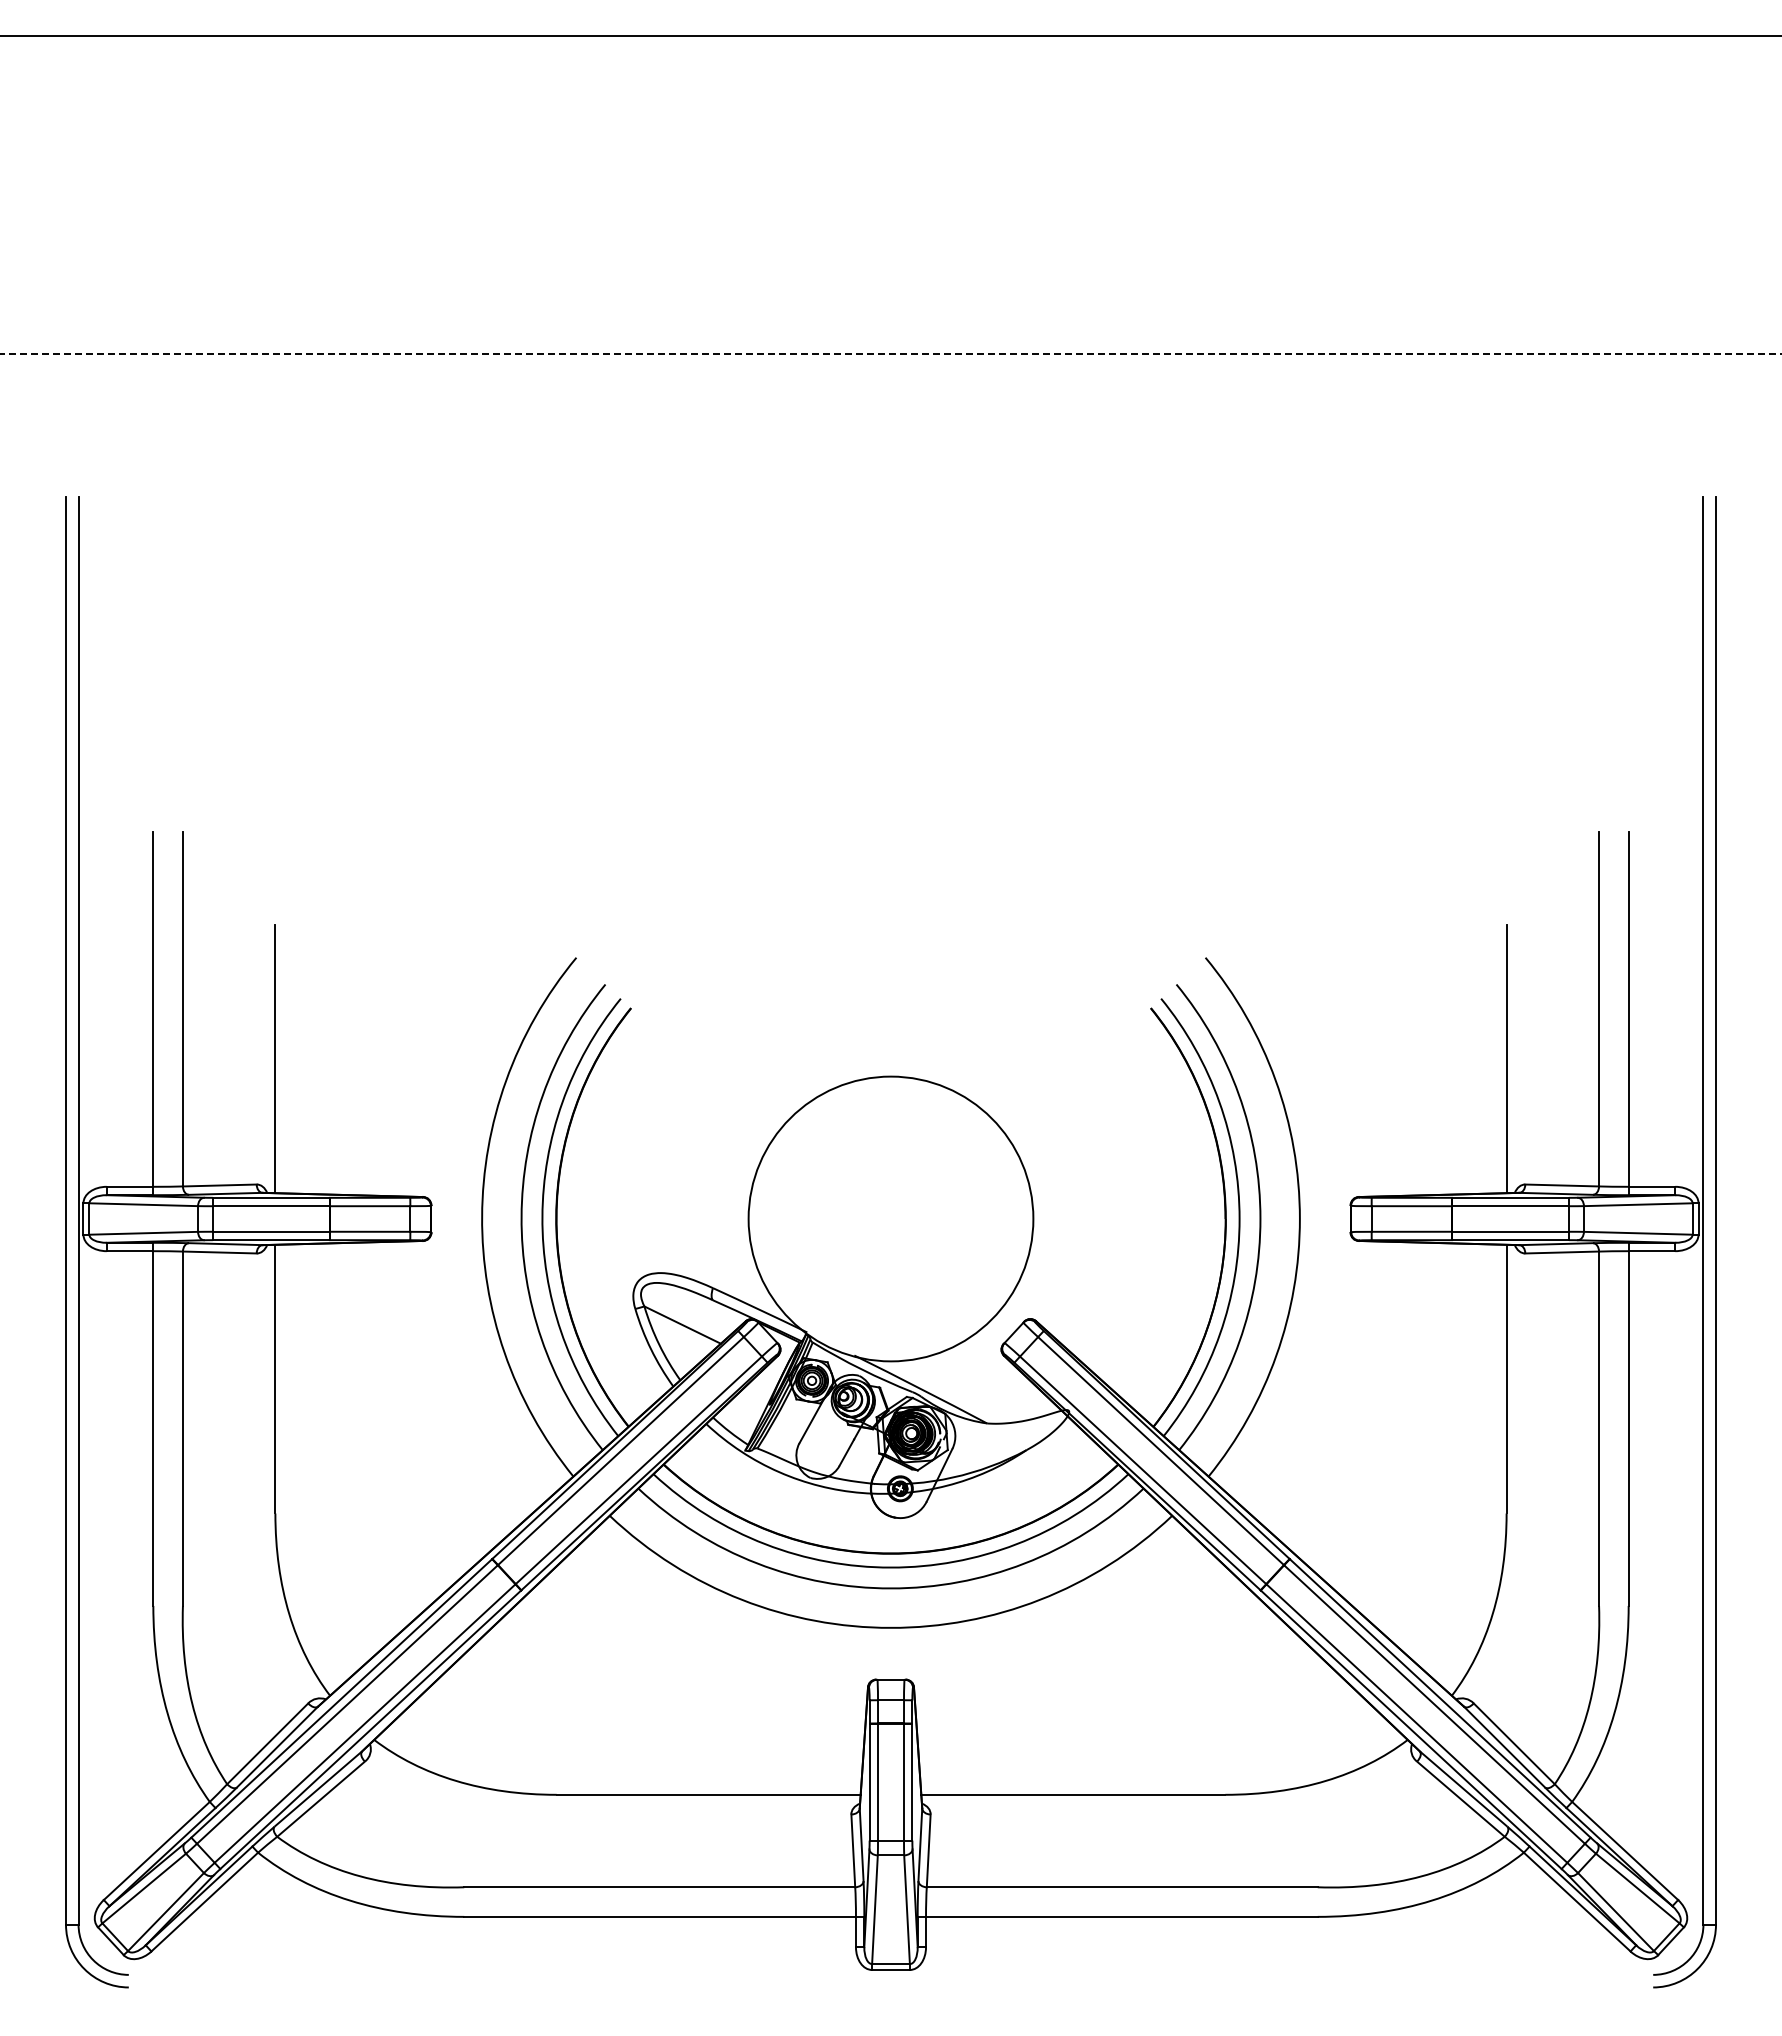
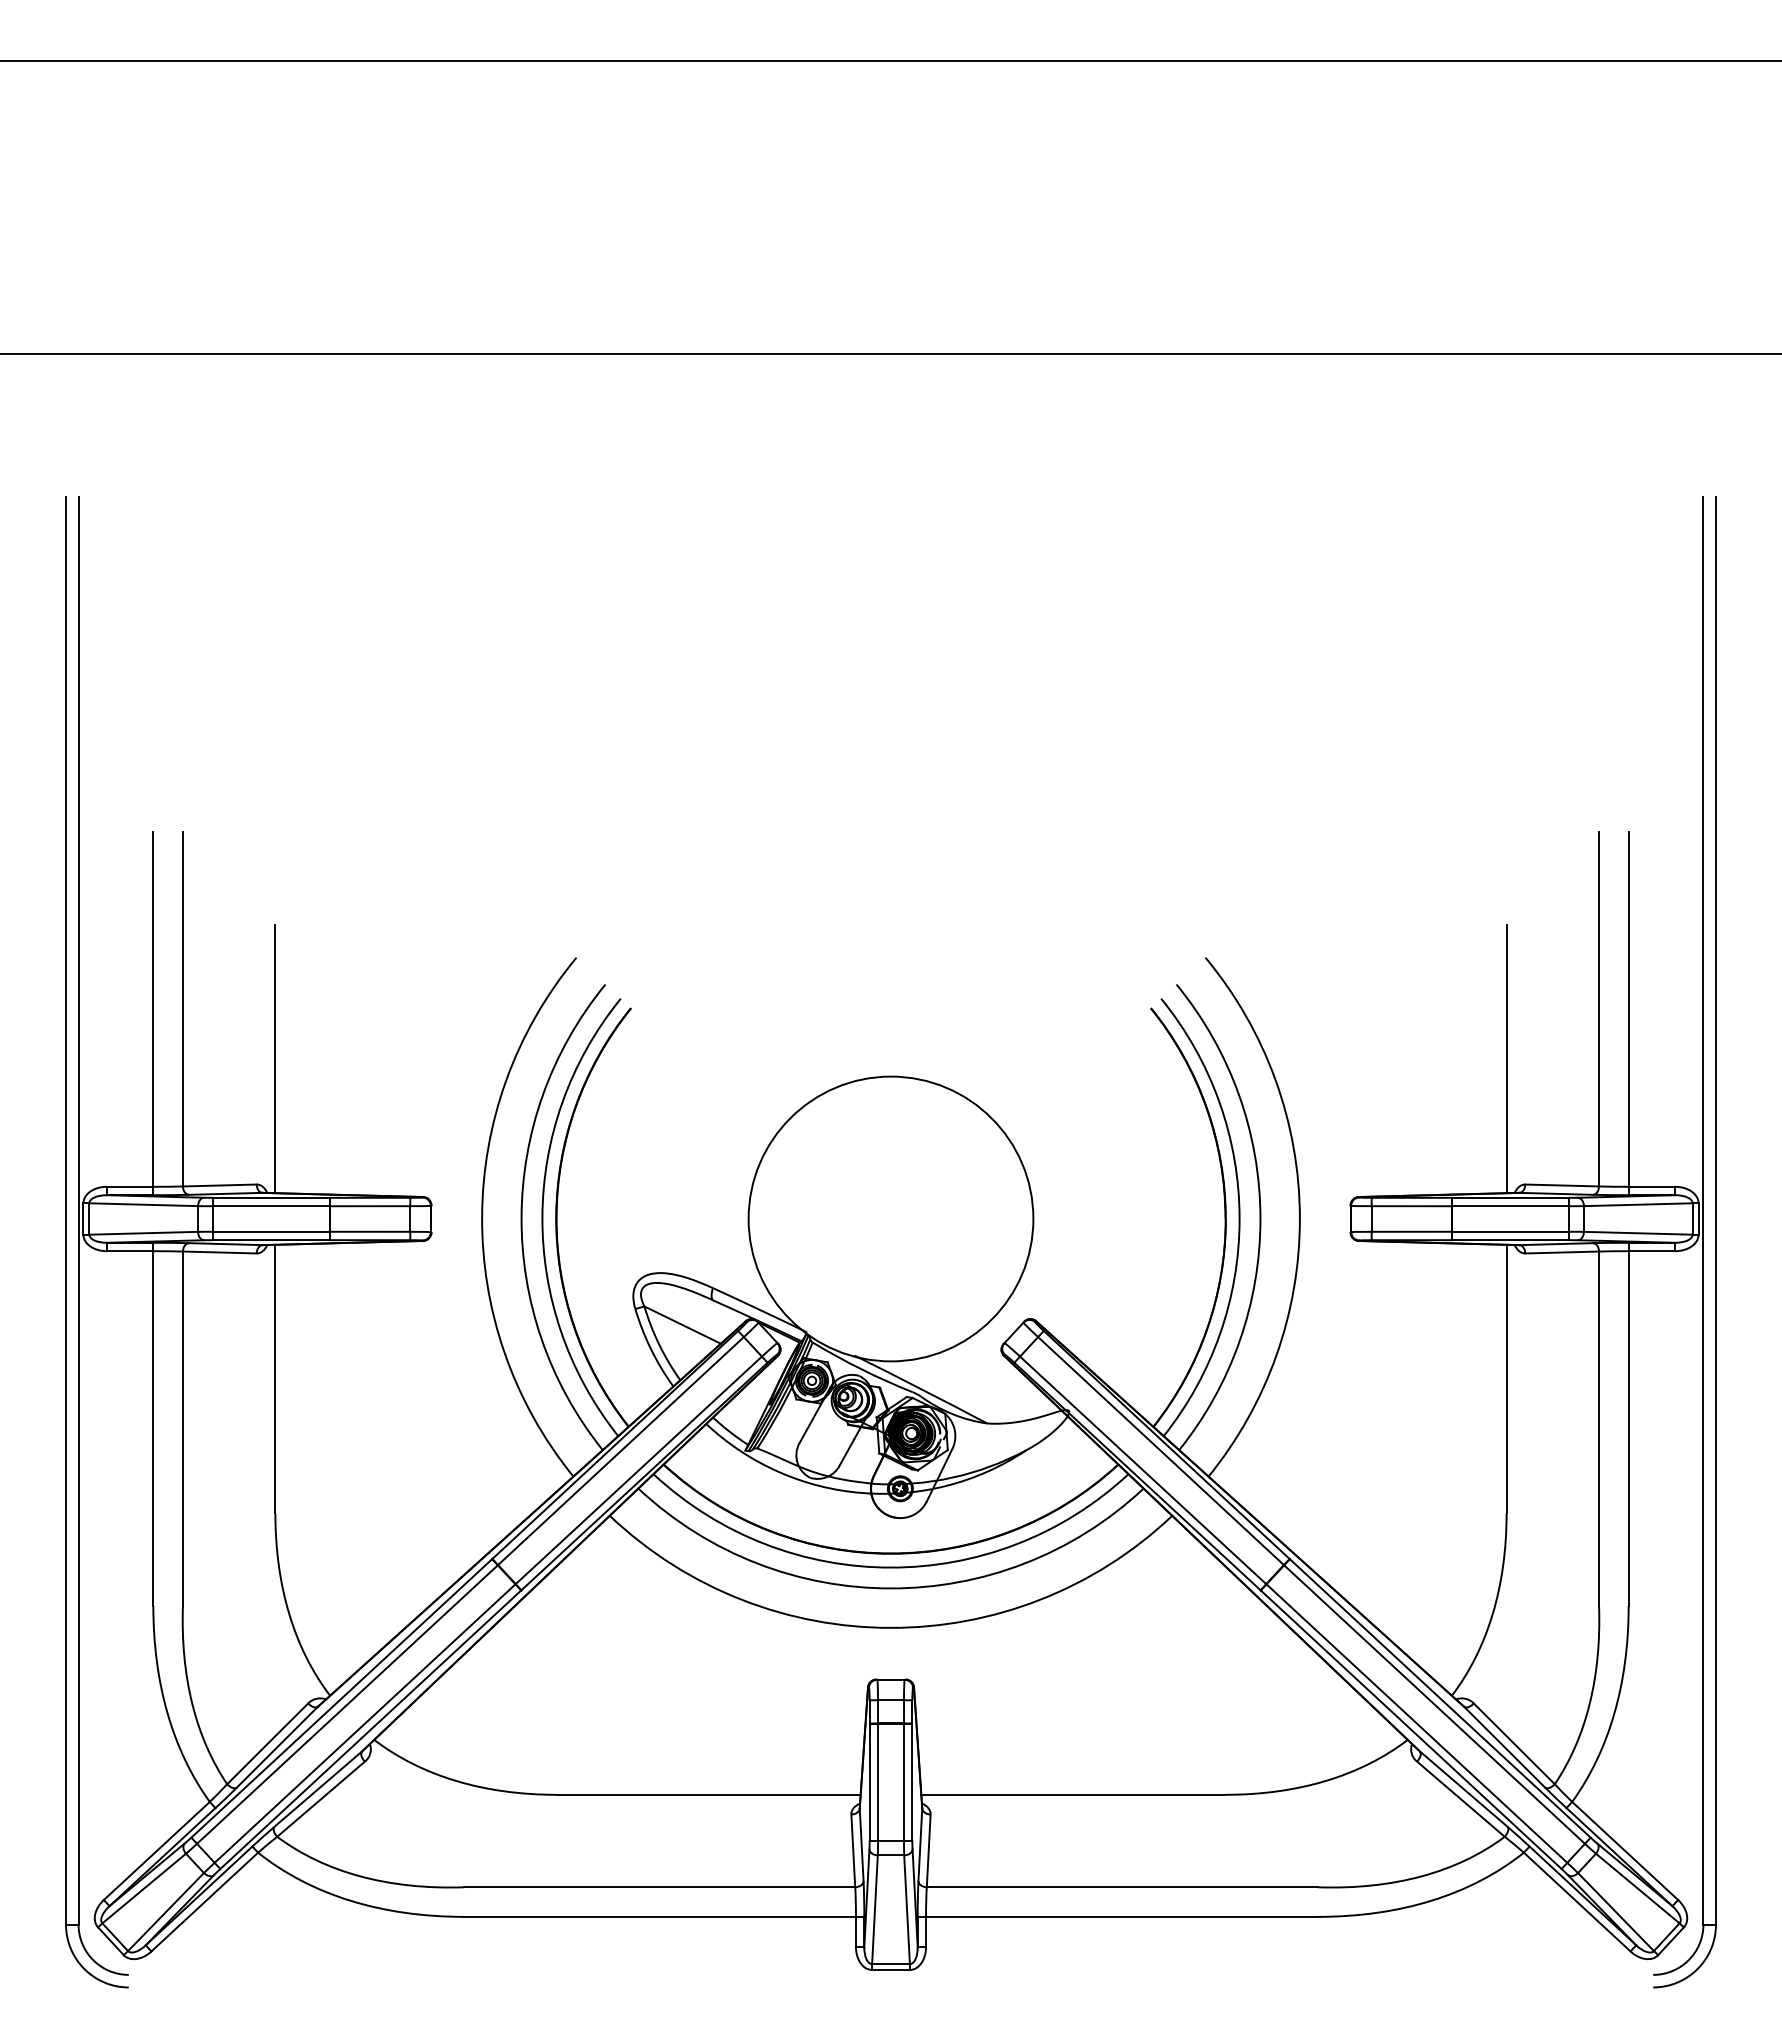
line at (890, 36) position: (890, 36) -> (890, 61)
line at (891, 354): dashed -> solid
